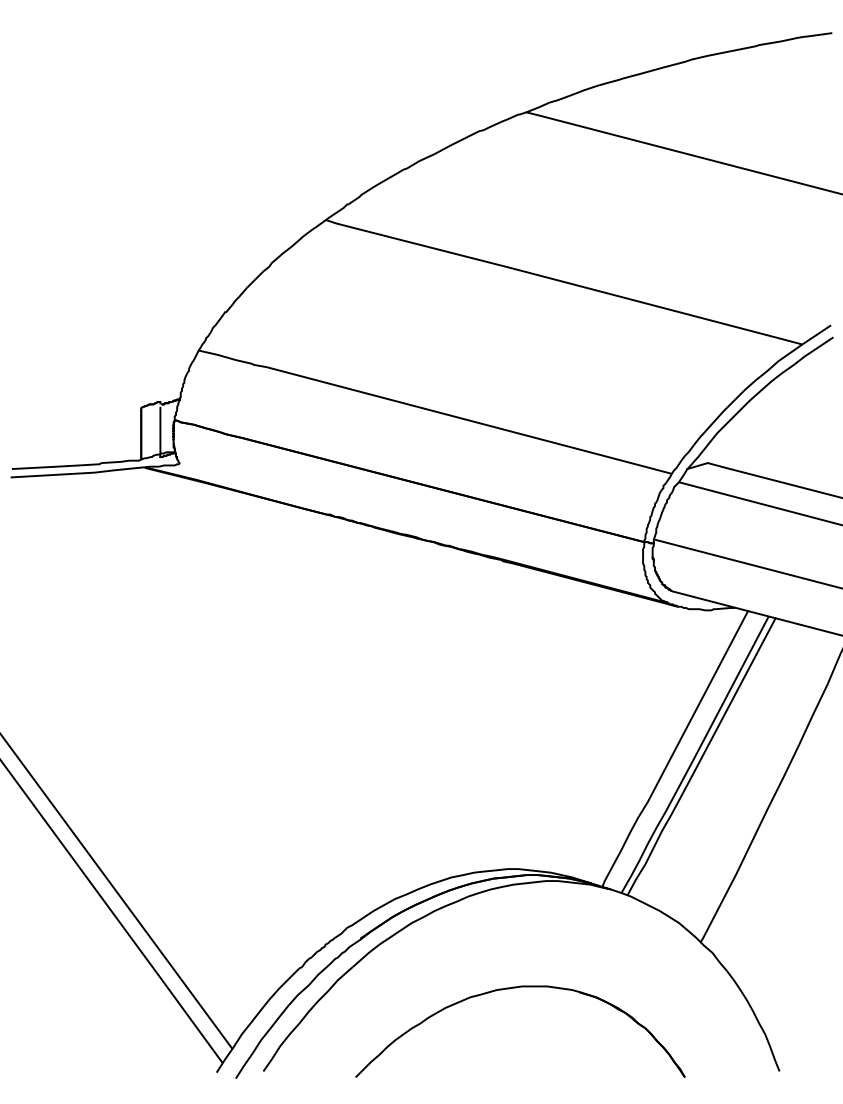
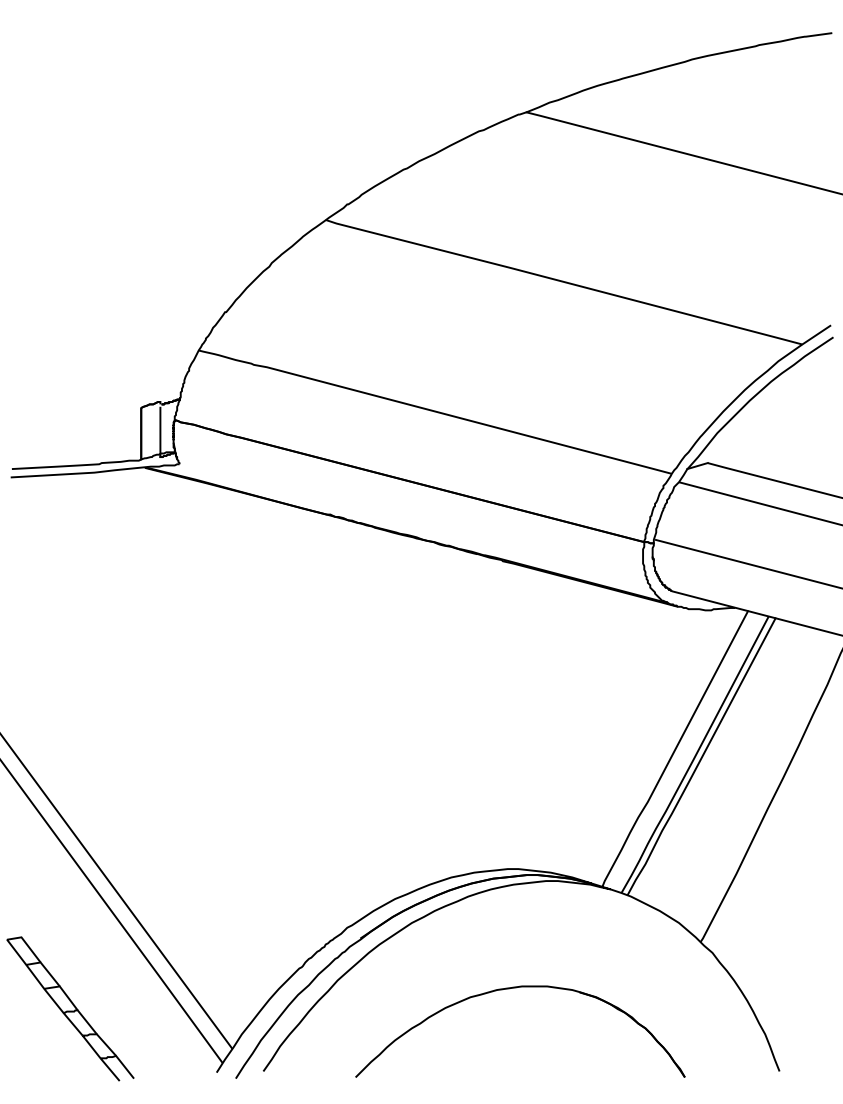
part at (70, 1008): none -> present
